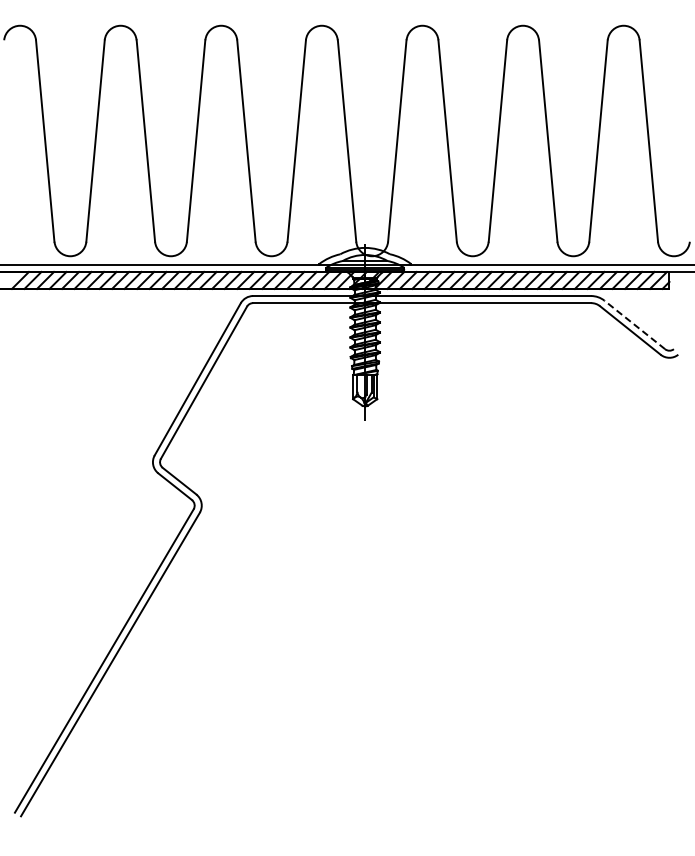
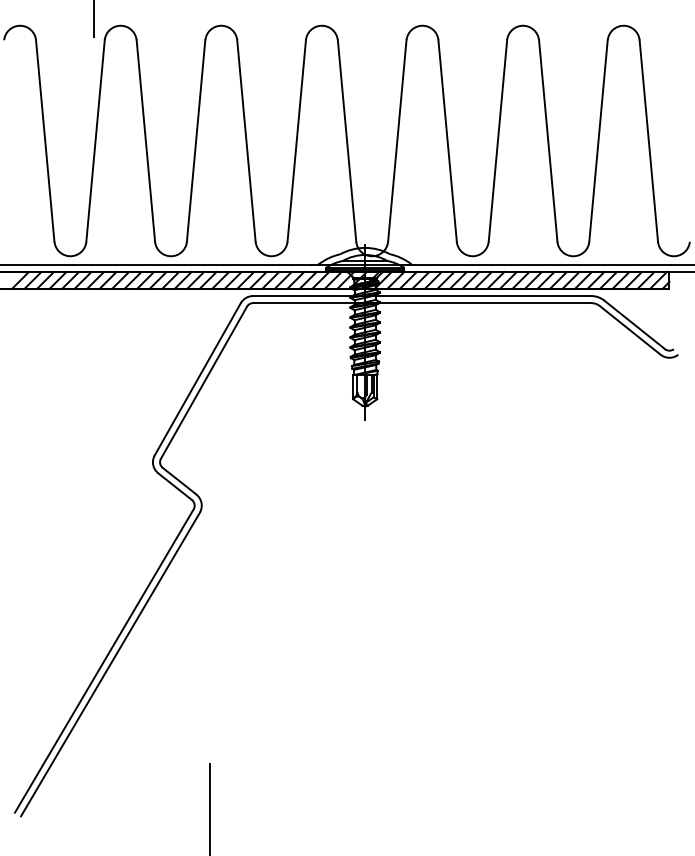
line at (94, 19): none -> present
line at (634, 324): dashed -> solid
line at (209, 807): none -> present
